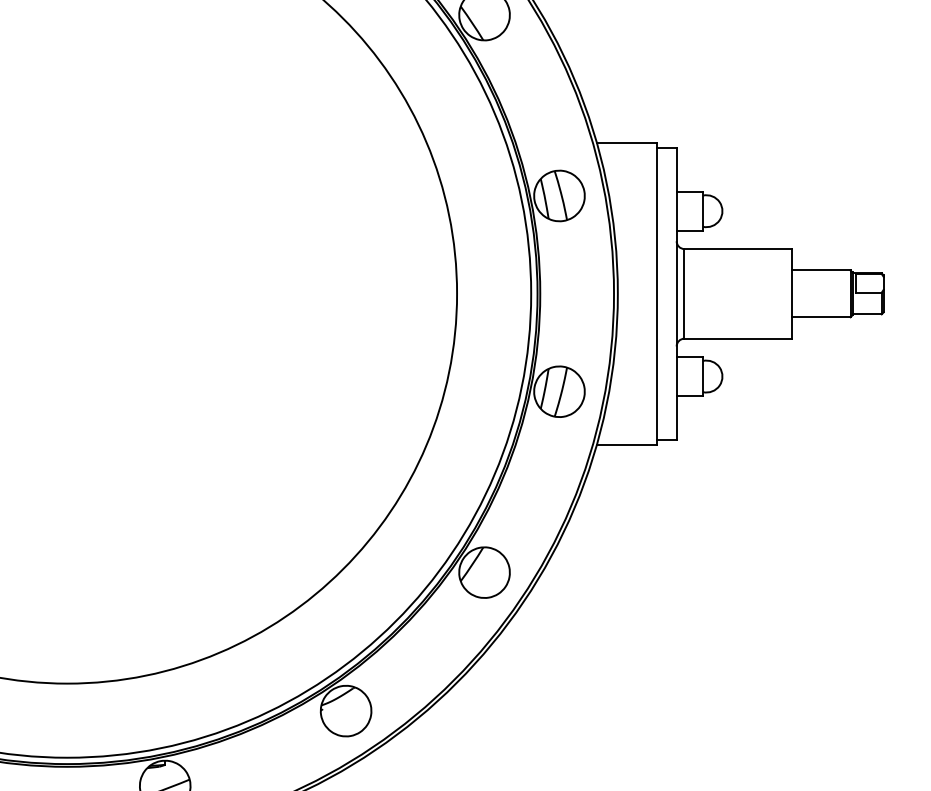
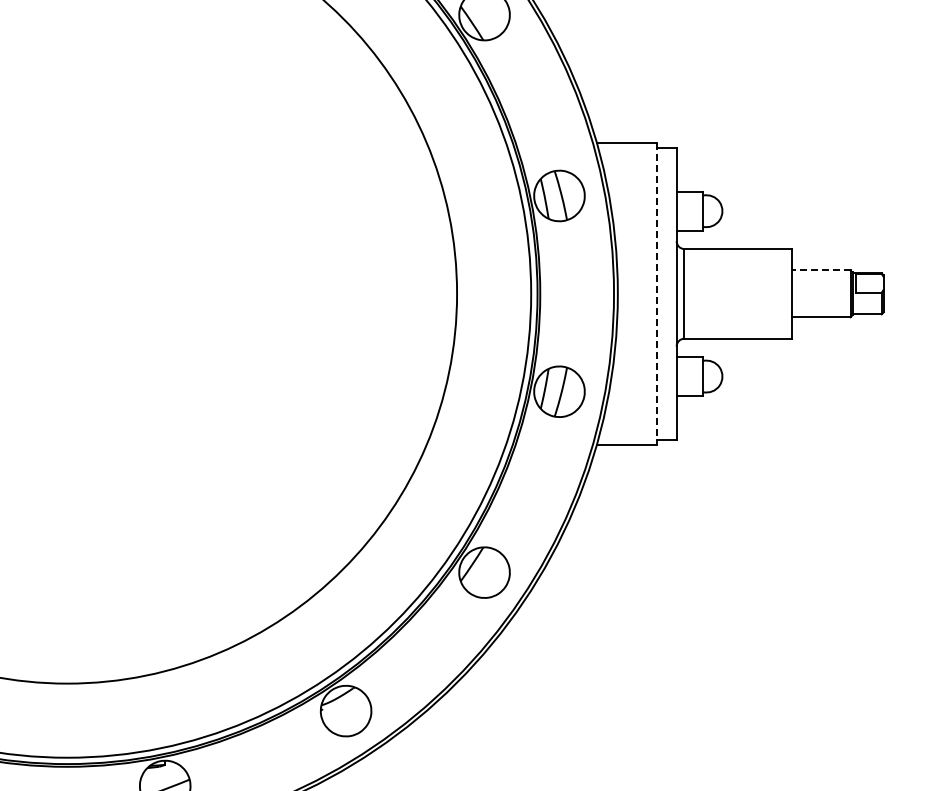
line at (820, 270): solid -> dashed
line at (657, 294): solid -> dashed
